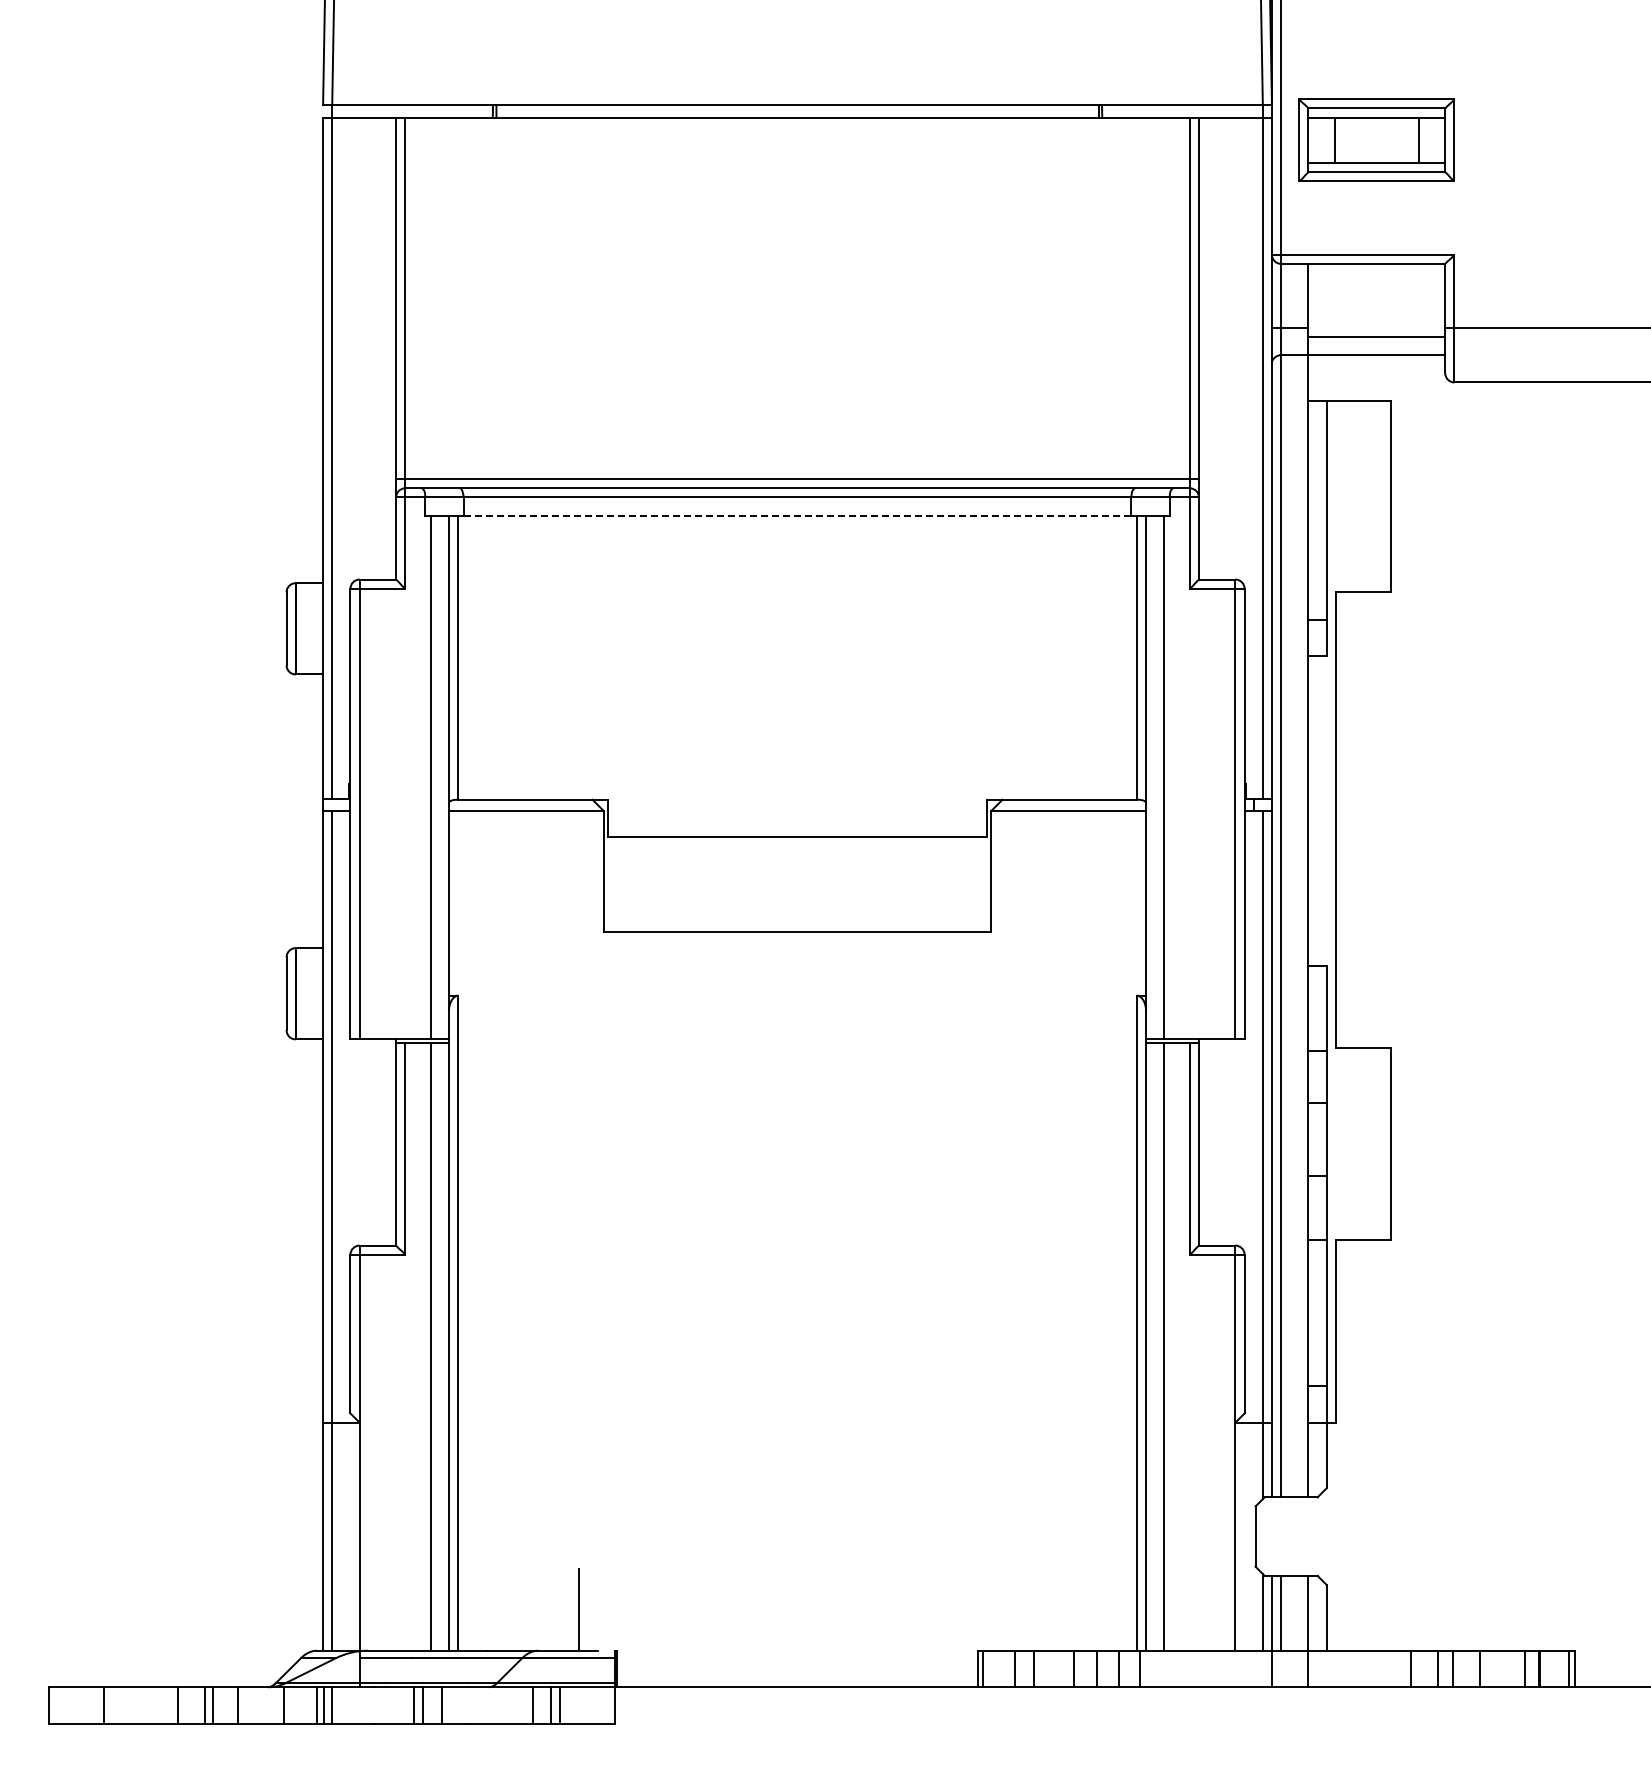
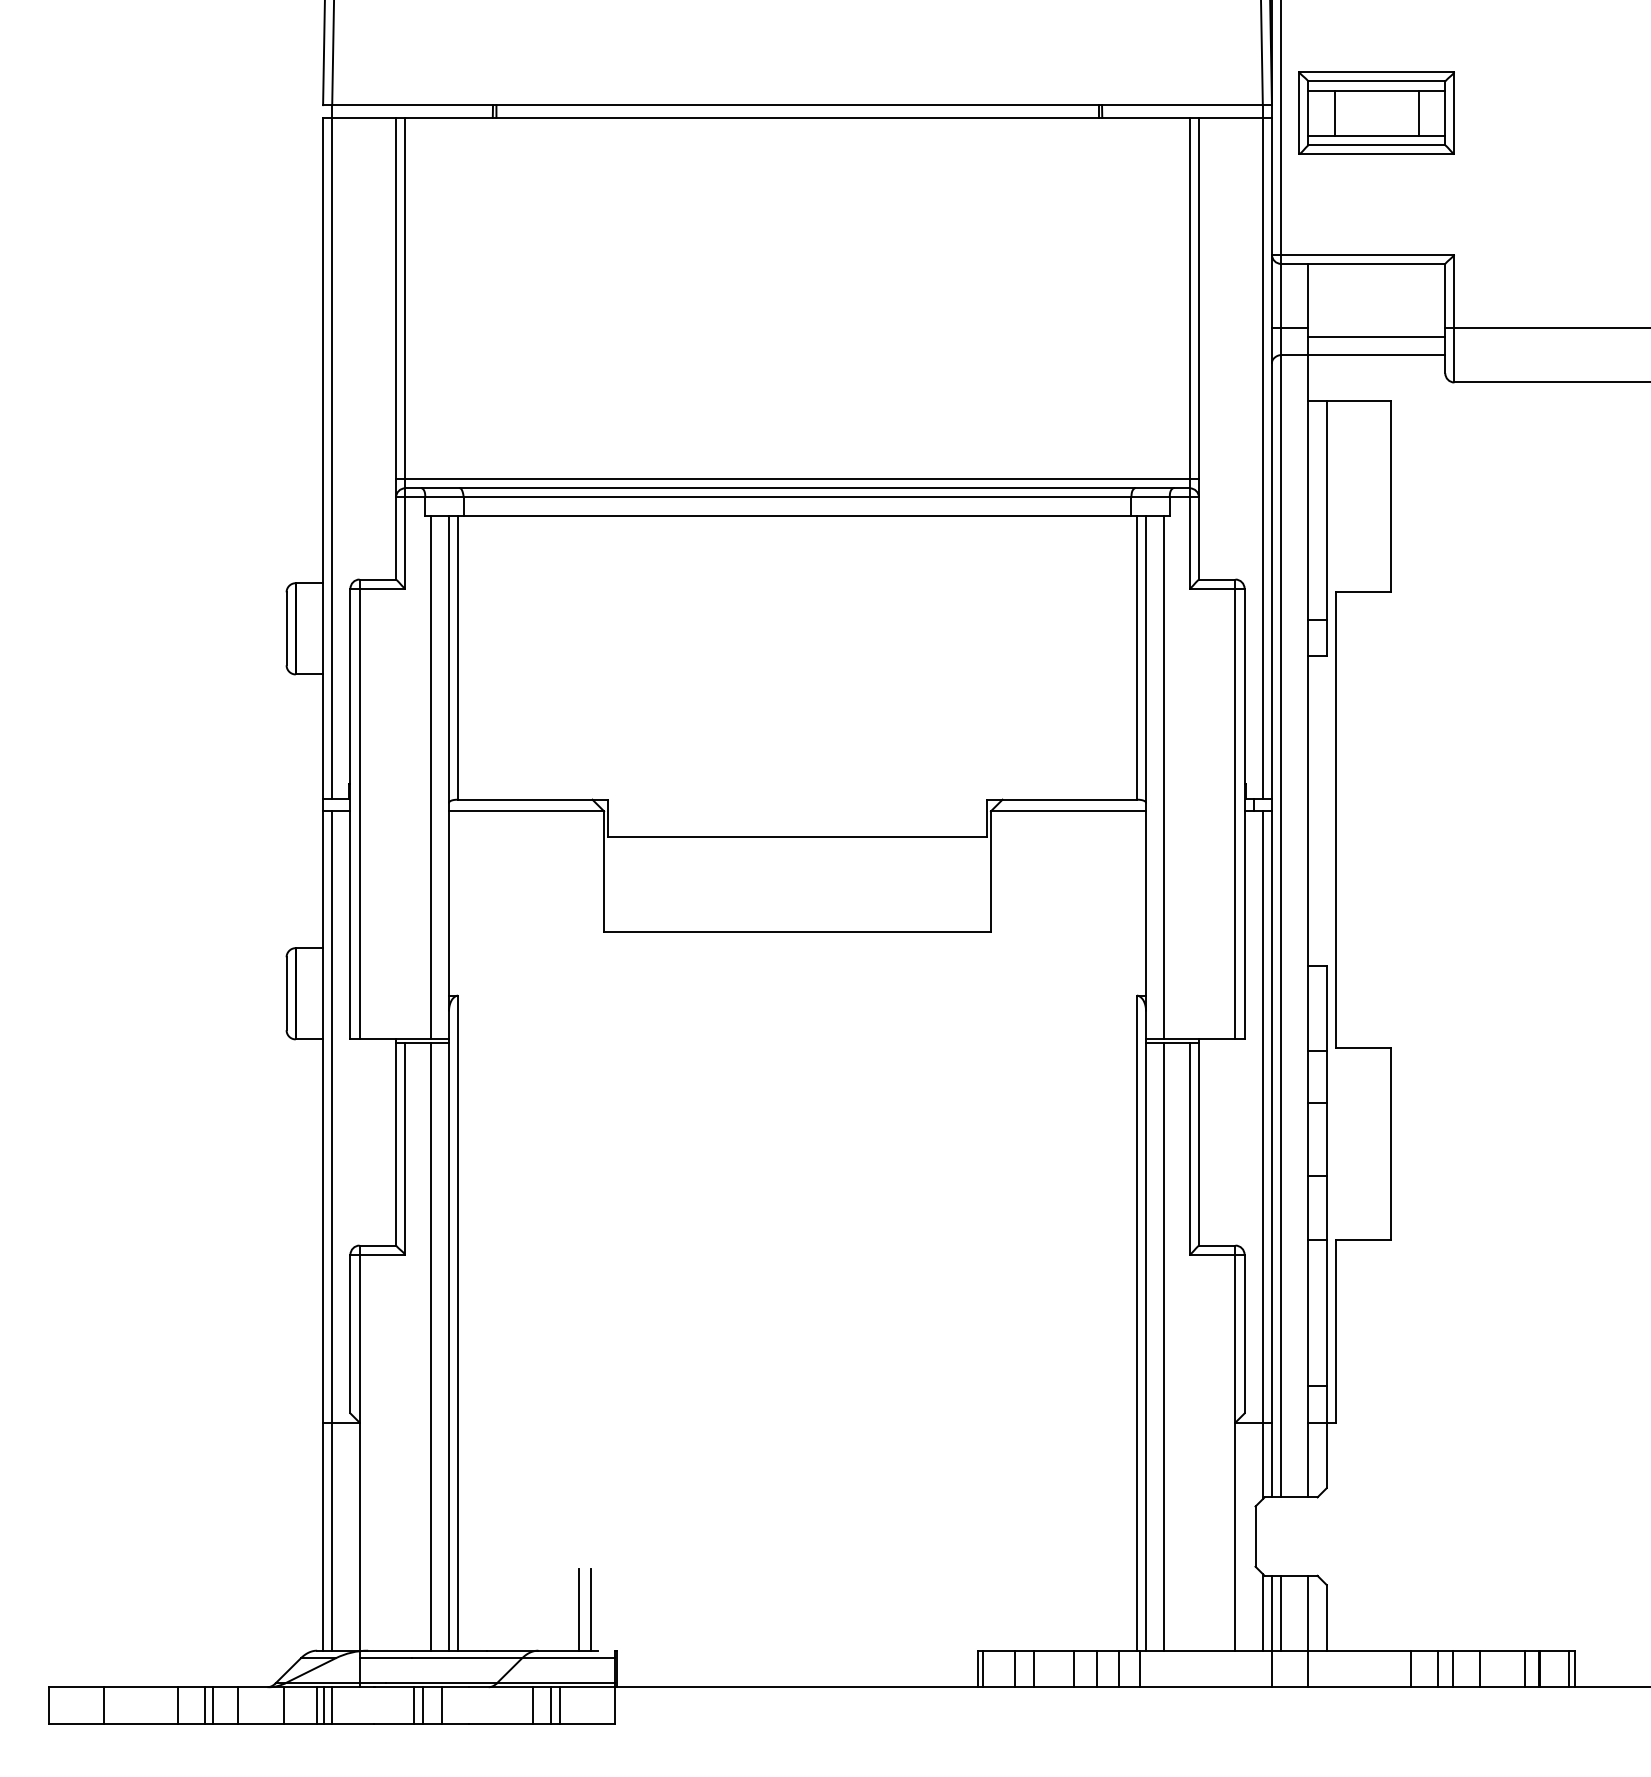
part at (1376, 139) position: (1376, 139) -> (1376, 112)
line at (797, 515): dashed -> solid
line at (590, 1609): none -> present
